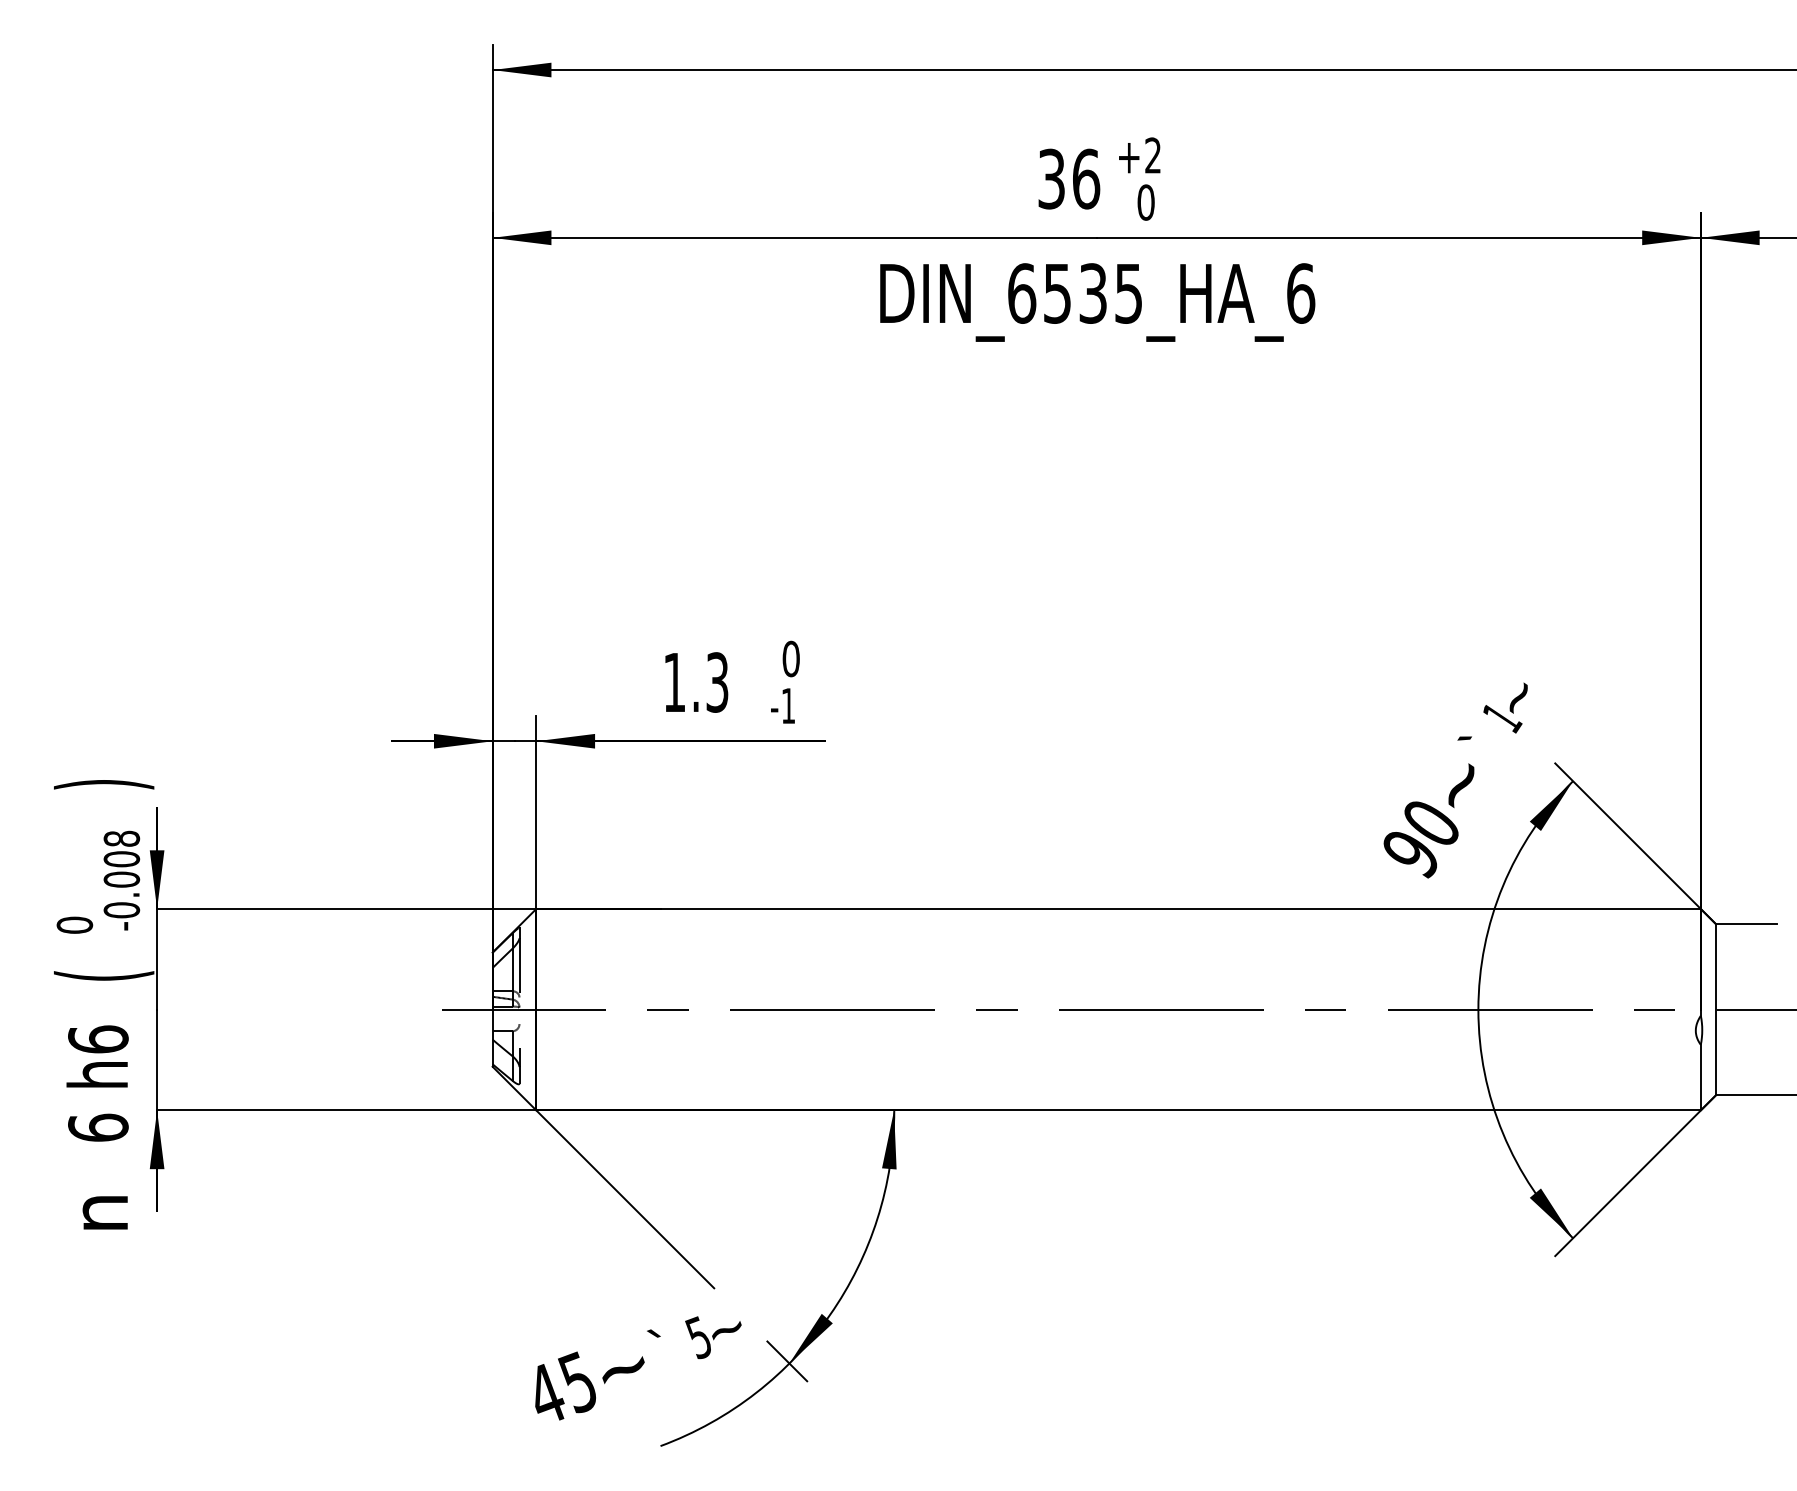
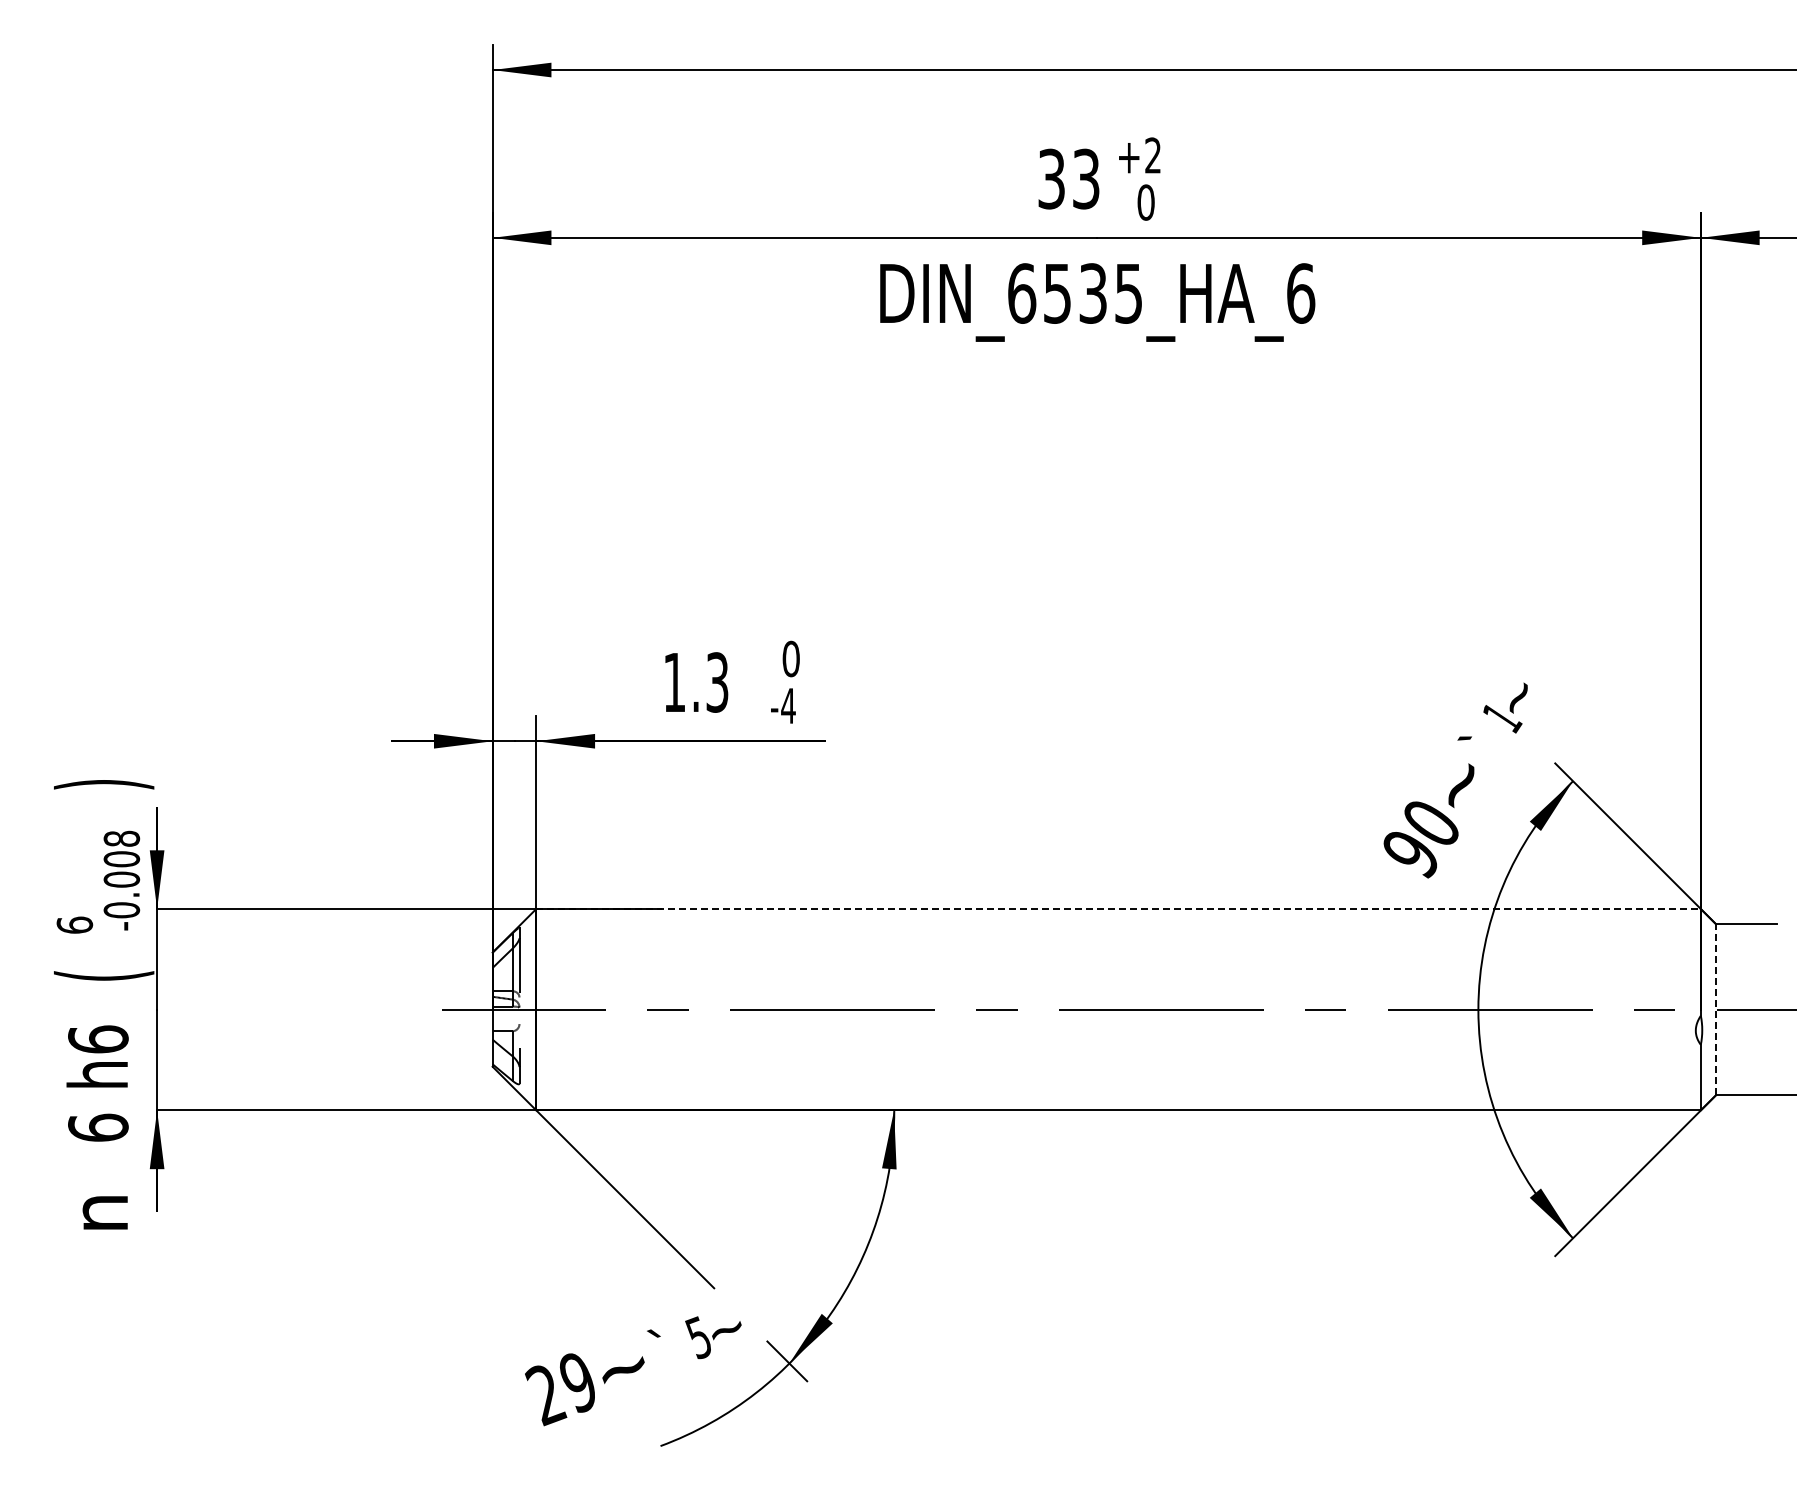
text at (1086, 178): 36 -> 33
text at (788, 705): -1 -> -4
line at (1119, 909): solid -> dashed
text at (74, 924): 0 -> 6
line at (1715, 1009): solid -> dashed
text at (560, 1388): 45 -> 29
